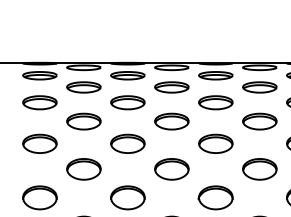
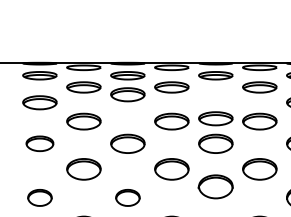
part at (127, 102) position: (127, 102) -> (127, 94)
part at (215, 102) position: (215, 102) -> (215, 118)
part at (39, 143) size: 36x21 px -> 30x17 px
part at (39, 197) size: 36x26 px -> 26x18 px
part at (127, 197) size: 36x26 px -> 26x18 px
part at (215, 197) position: (215, 197) -> (215, 186)
